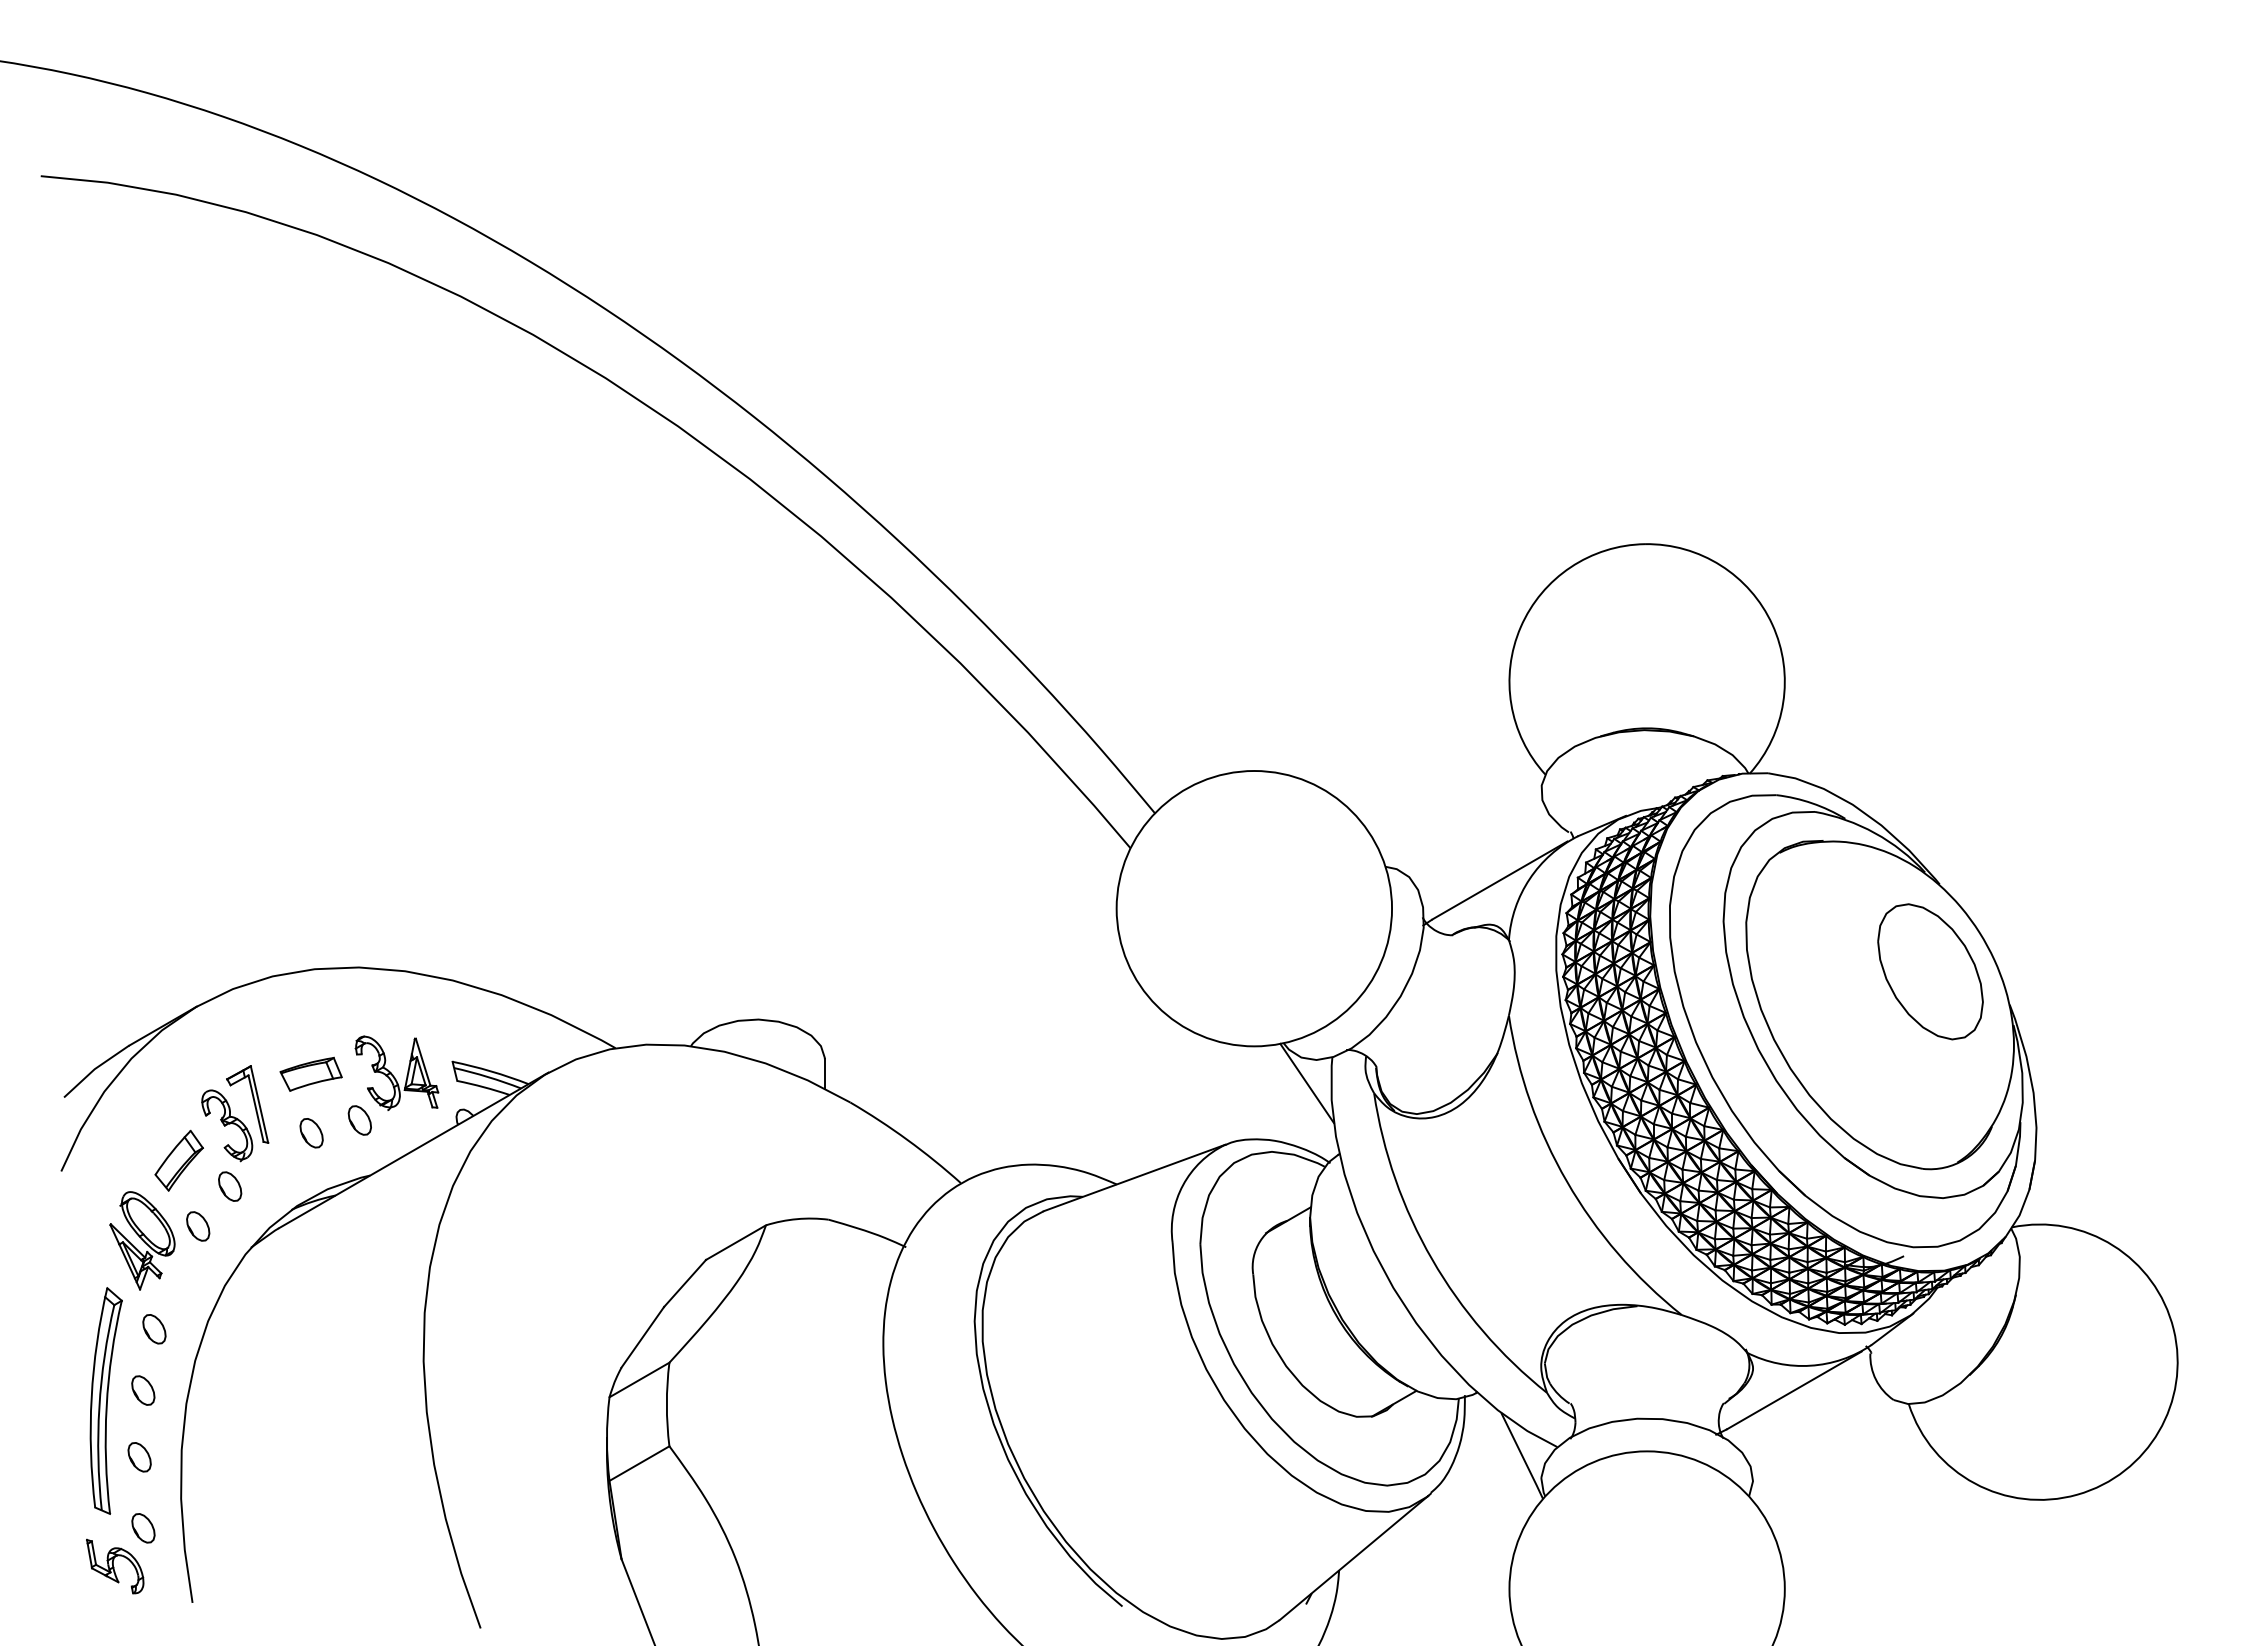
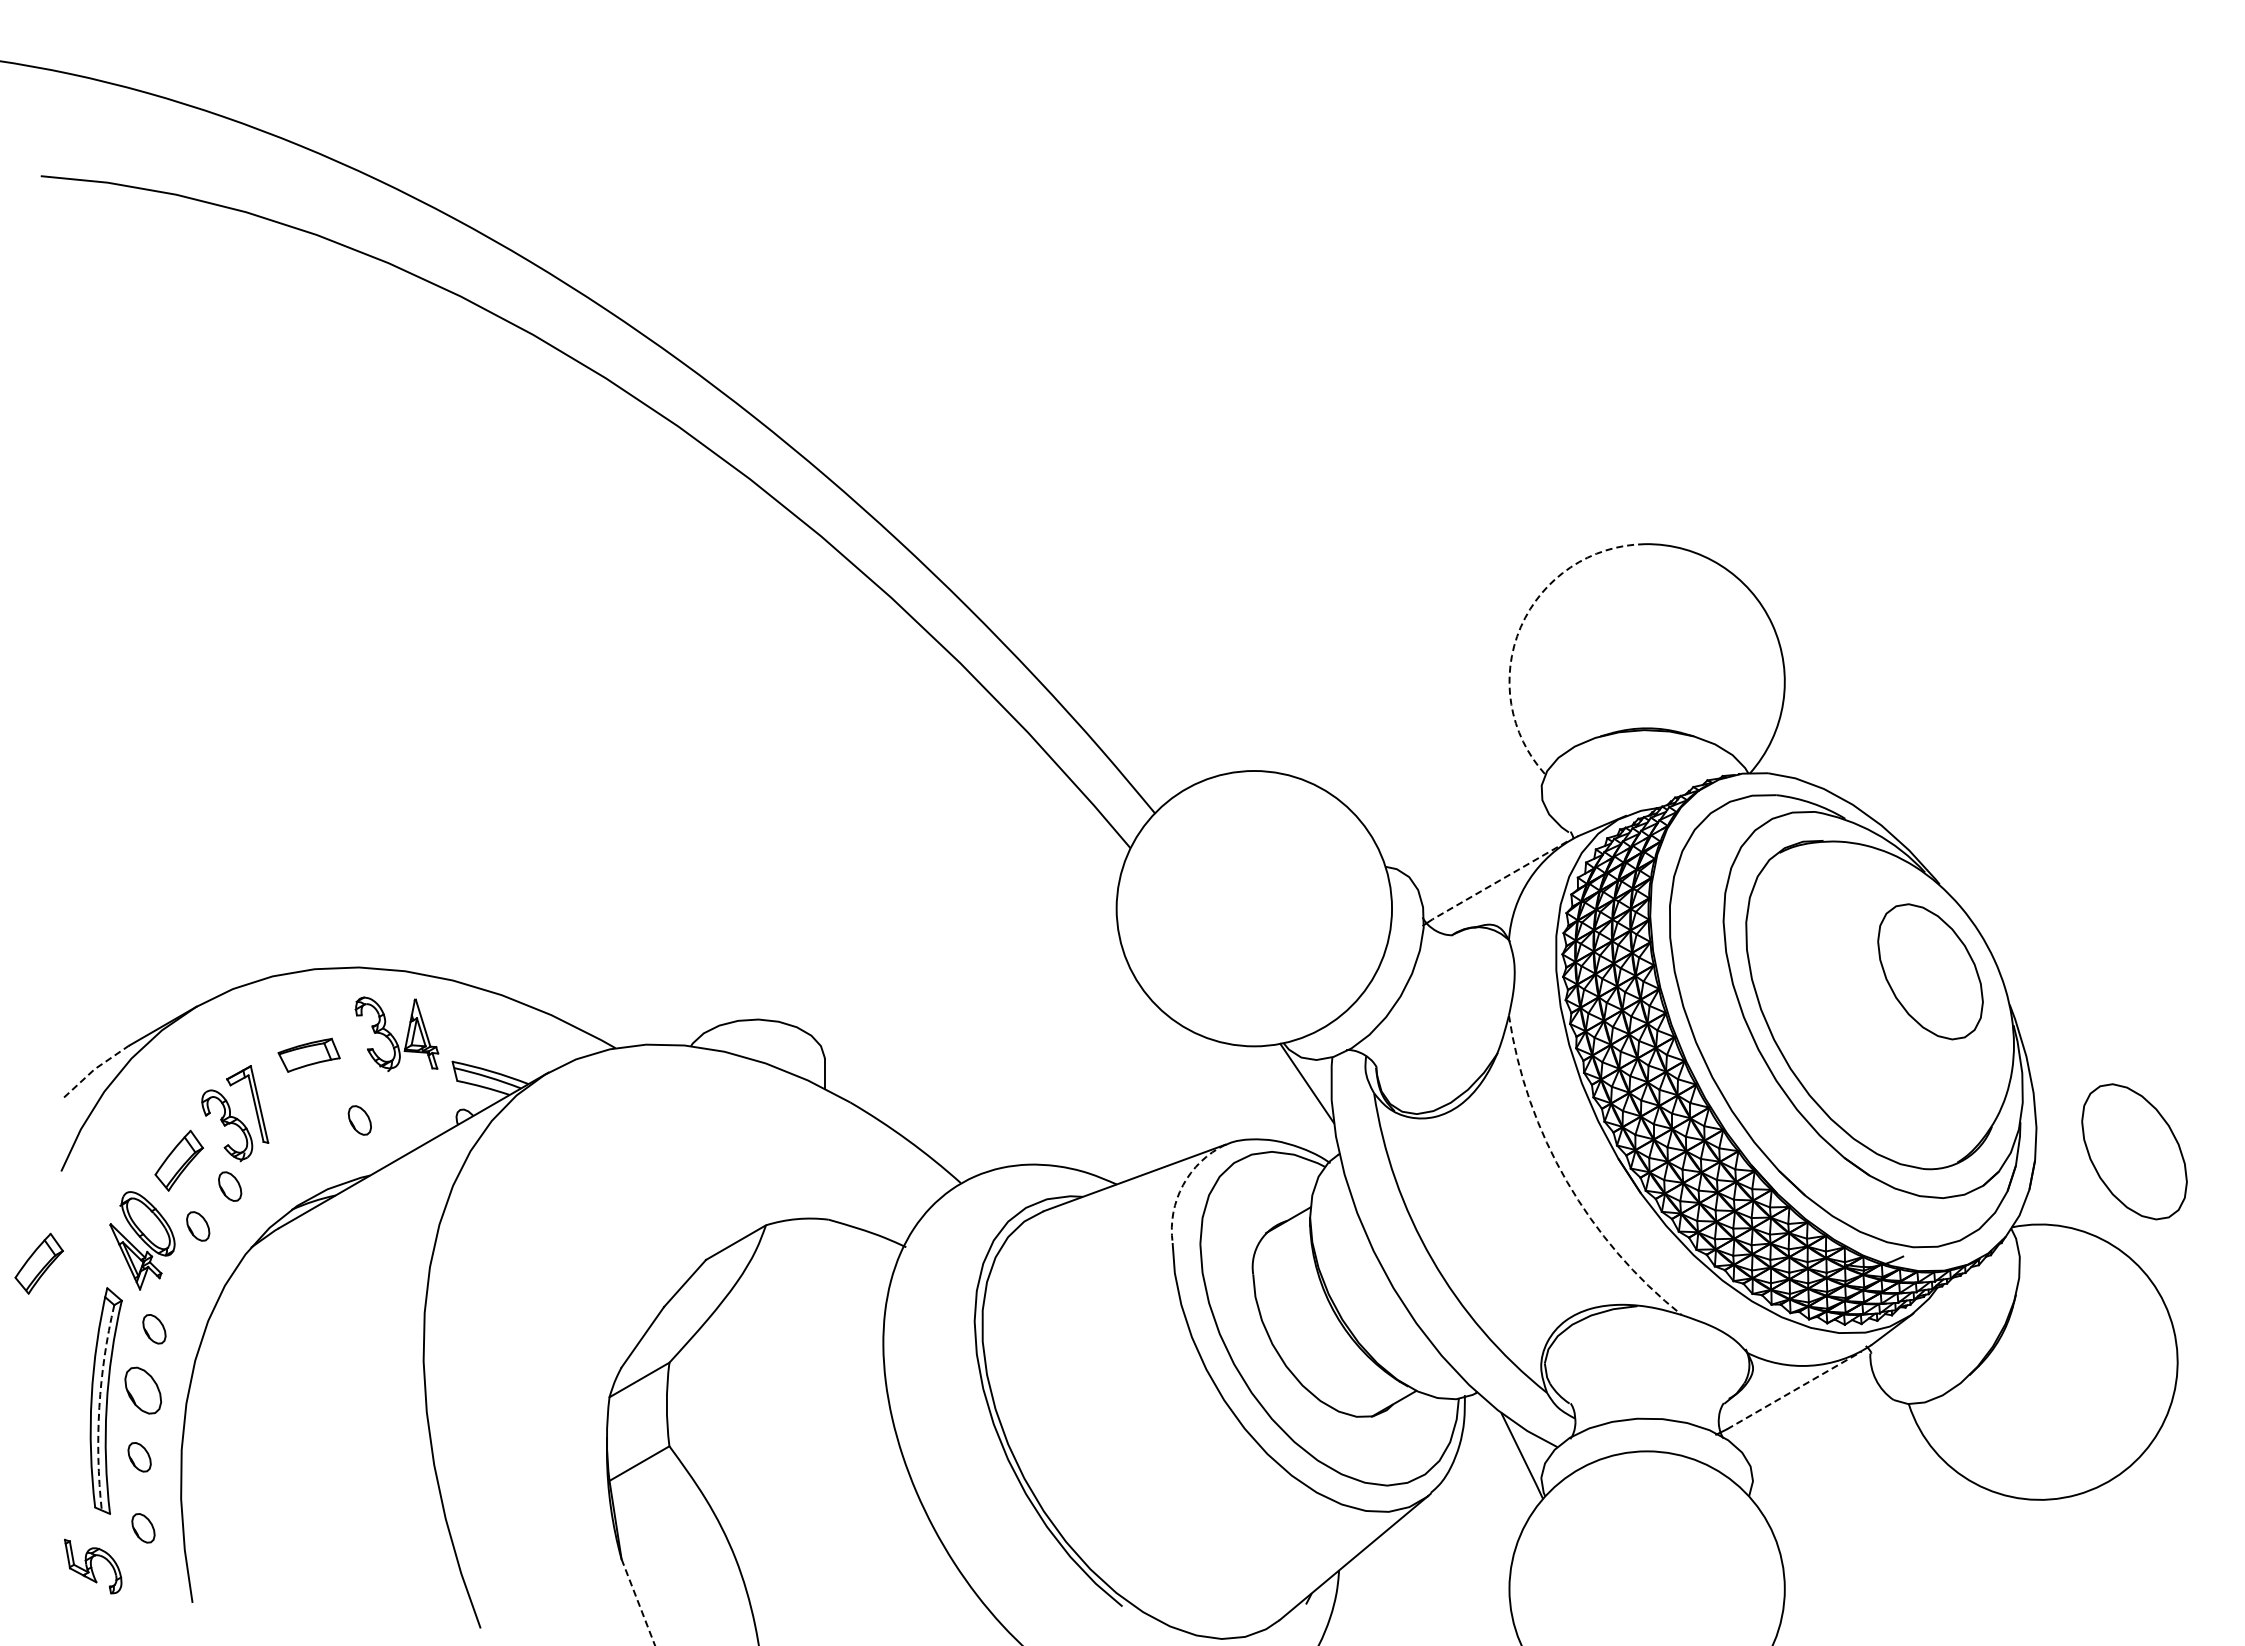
arc at (1520, 627): solid -> dashed
line at (1499, 880): solid -> dashed
line at (95, 1068): solid -> dashed
part at (396, 1072) position: (396, 1072) -> (396, 1033)
part at (310, 1073) position: (310, 1073) -> (308, 1054)
part at (311, 1133): present -> none
part at (2134, 1151): none -> present
arc at (1567, 1181): solid -> dashed
arc at (1183, 1185): solid -> dashed
part at (38, 1263): none -> present
part at (143, 1390) size: 25x31 px -> 38x49 px
line at (1794, 1390): solid -> dashed
arc at (99, 1407): solid -> dashed
part at (115, 1566) position: (115, 1566) -> (93, 1566)
line at (638, 1602): solid -> dashed
